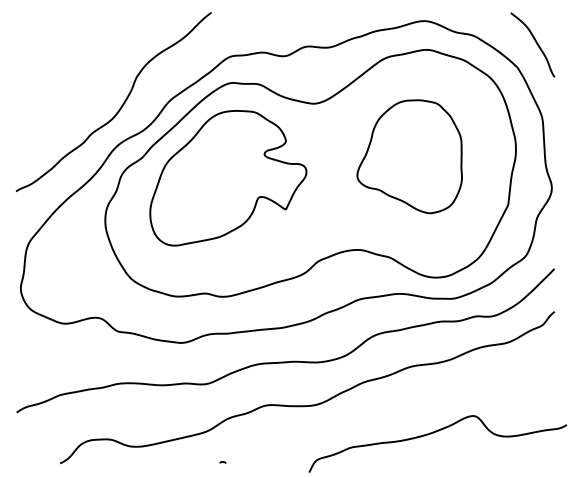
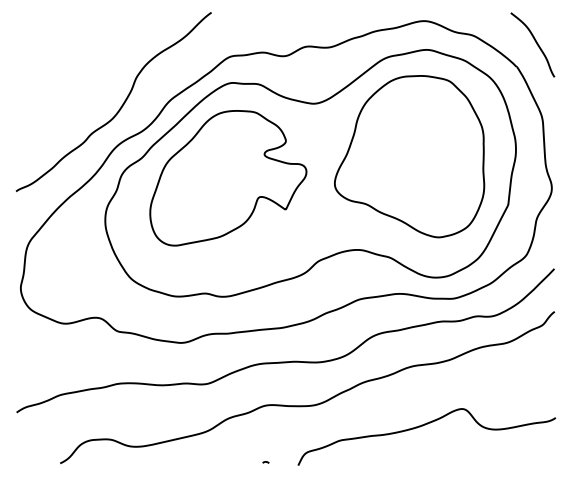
part at (409, 156) size: 107x116 px -> 152x164 px
curve at (434, 433) position: (434, 433) -> (423, 426)
line at (222, 462) position: (222, 462) -> (265, 462)
